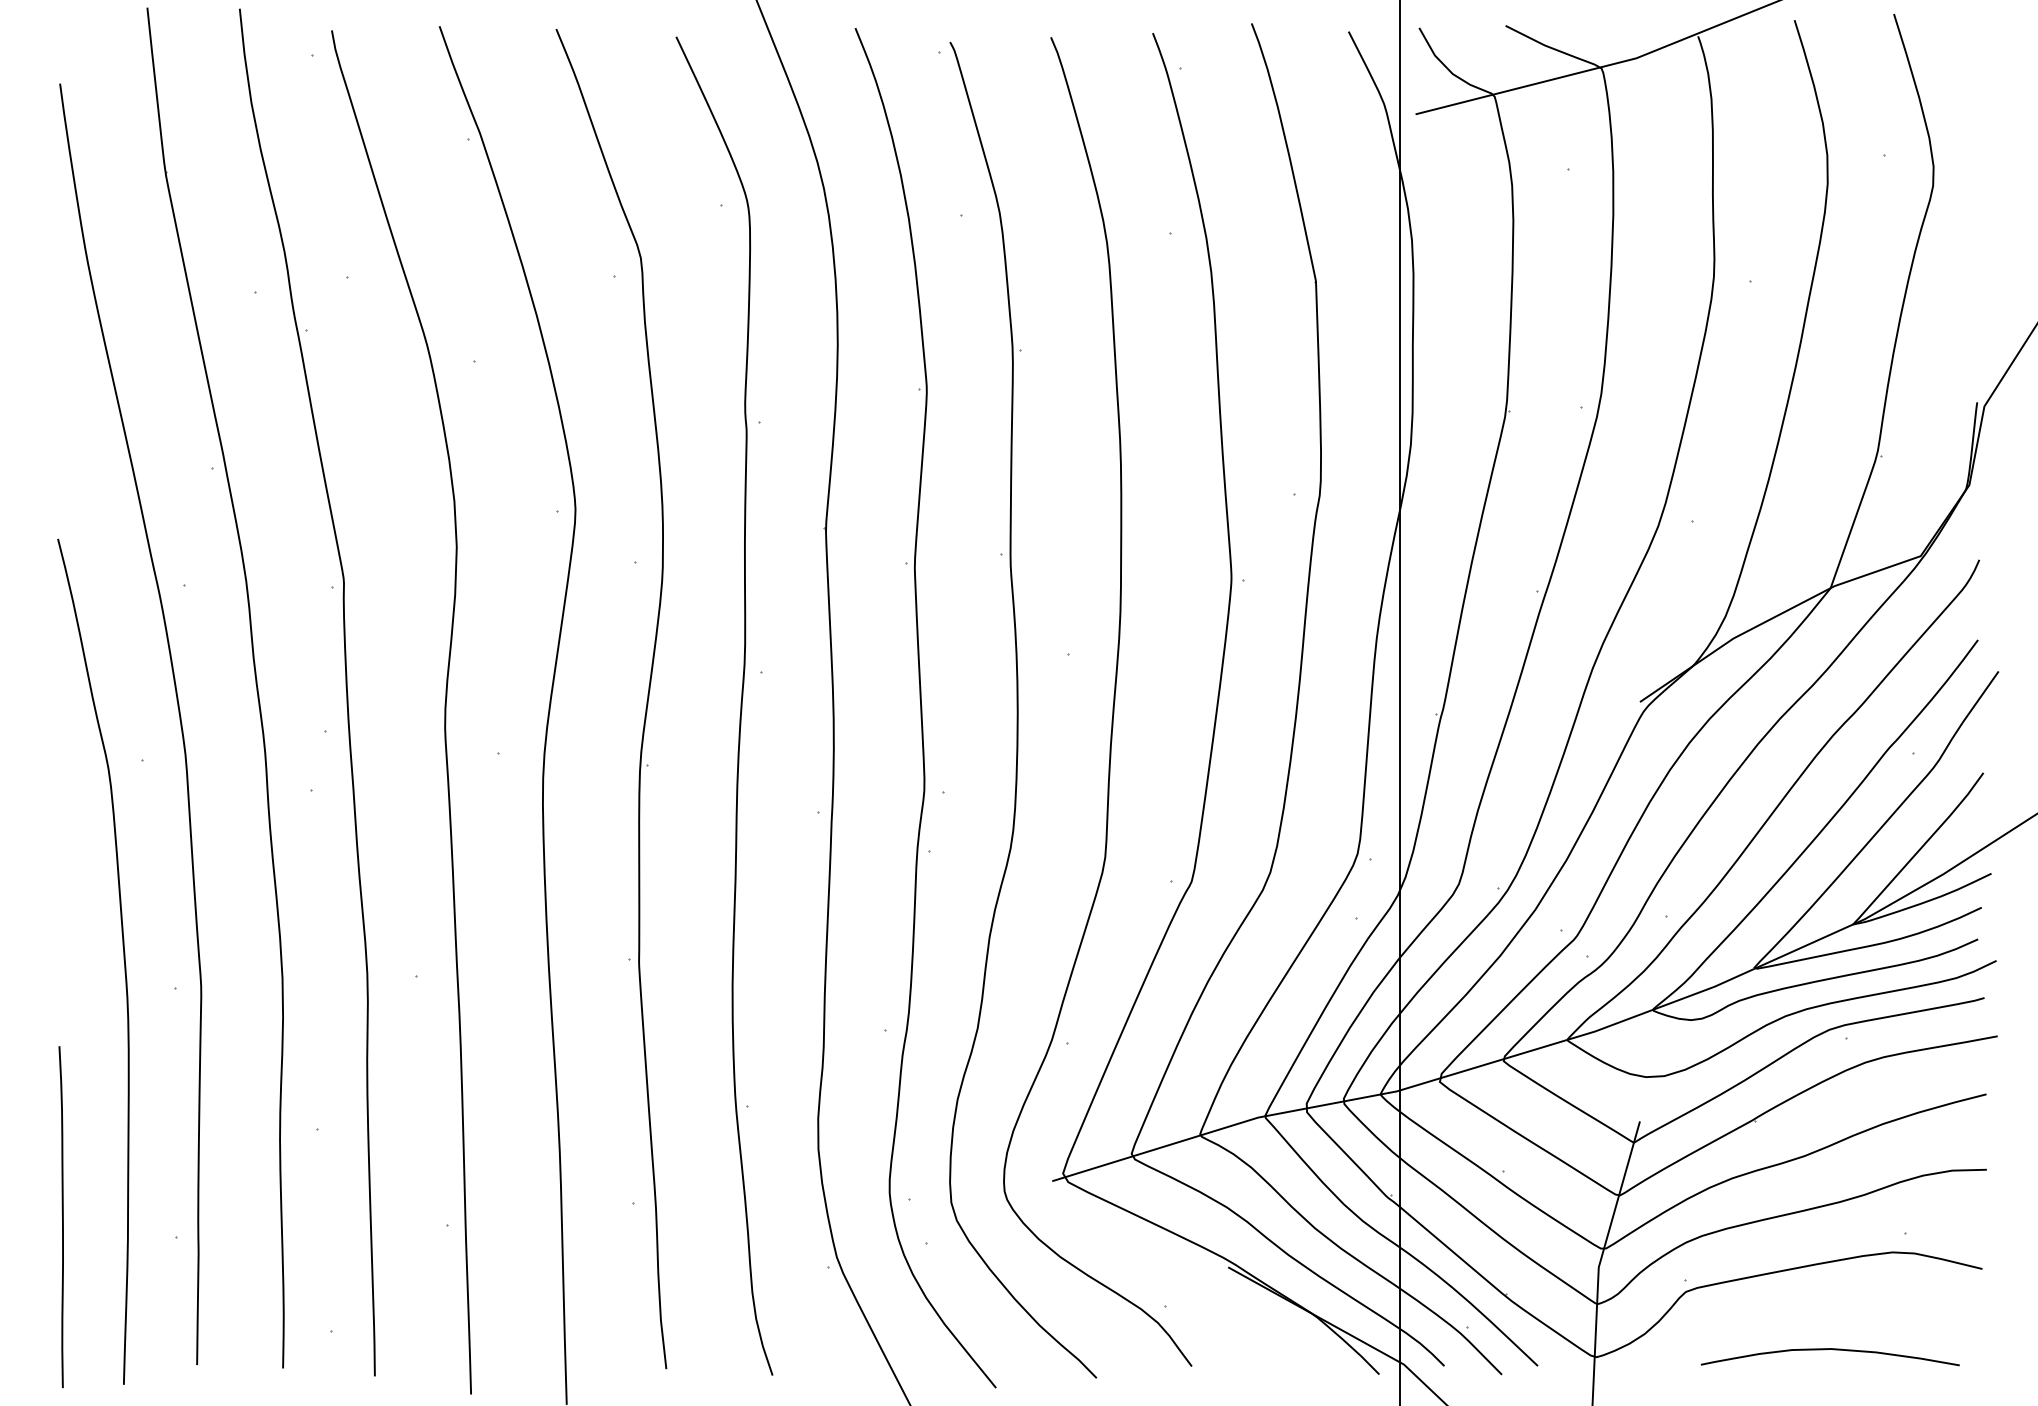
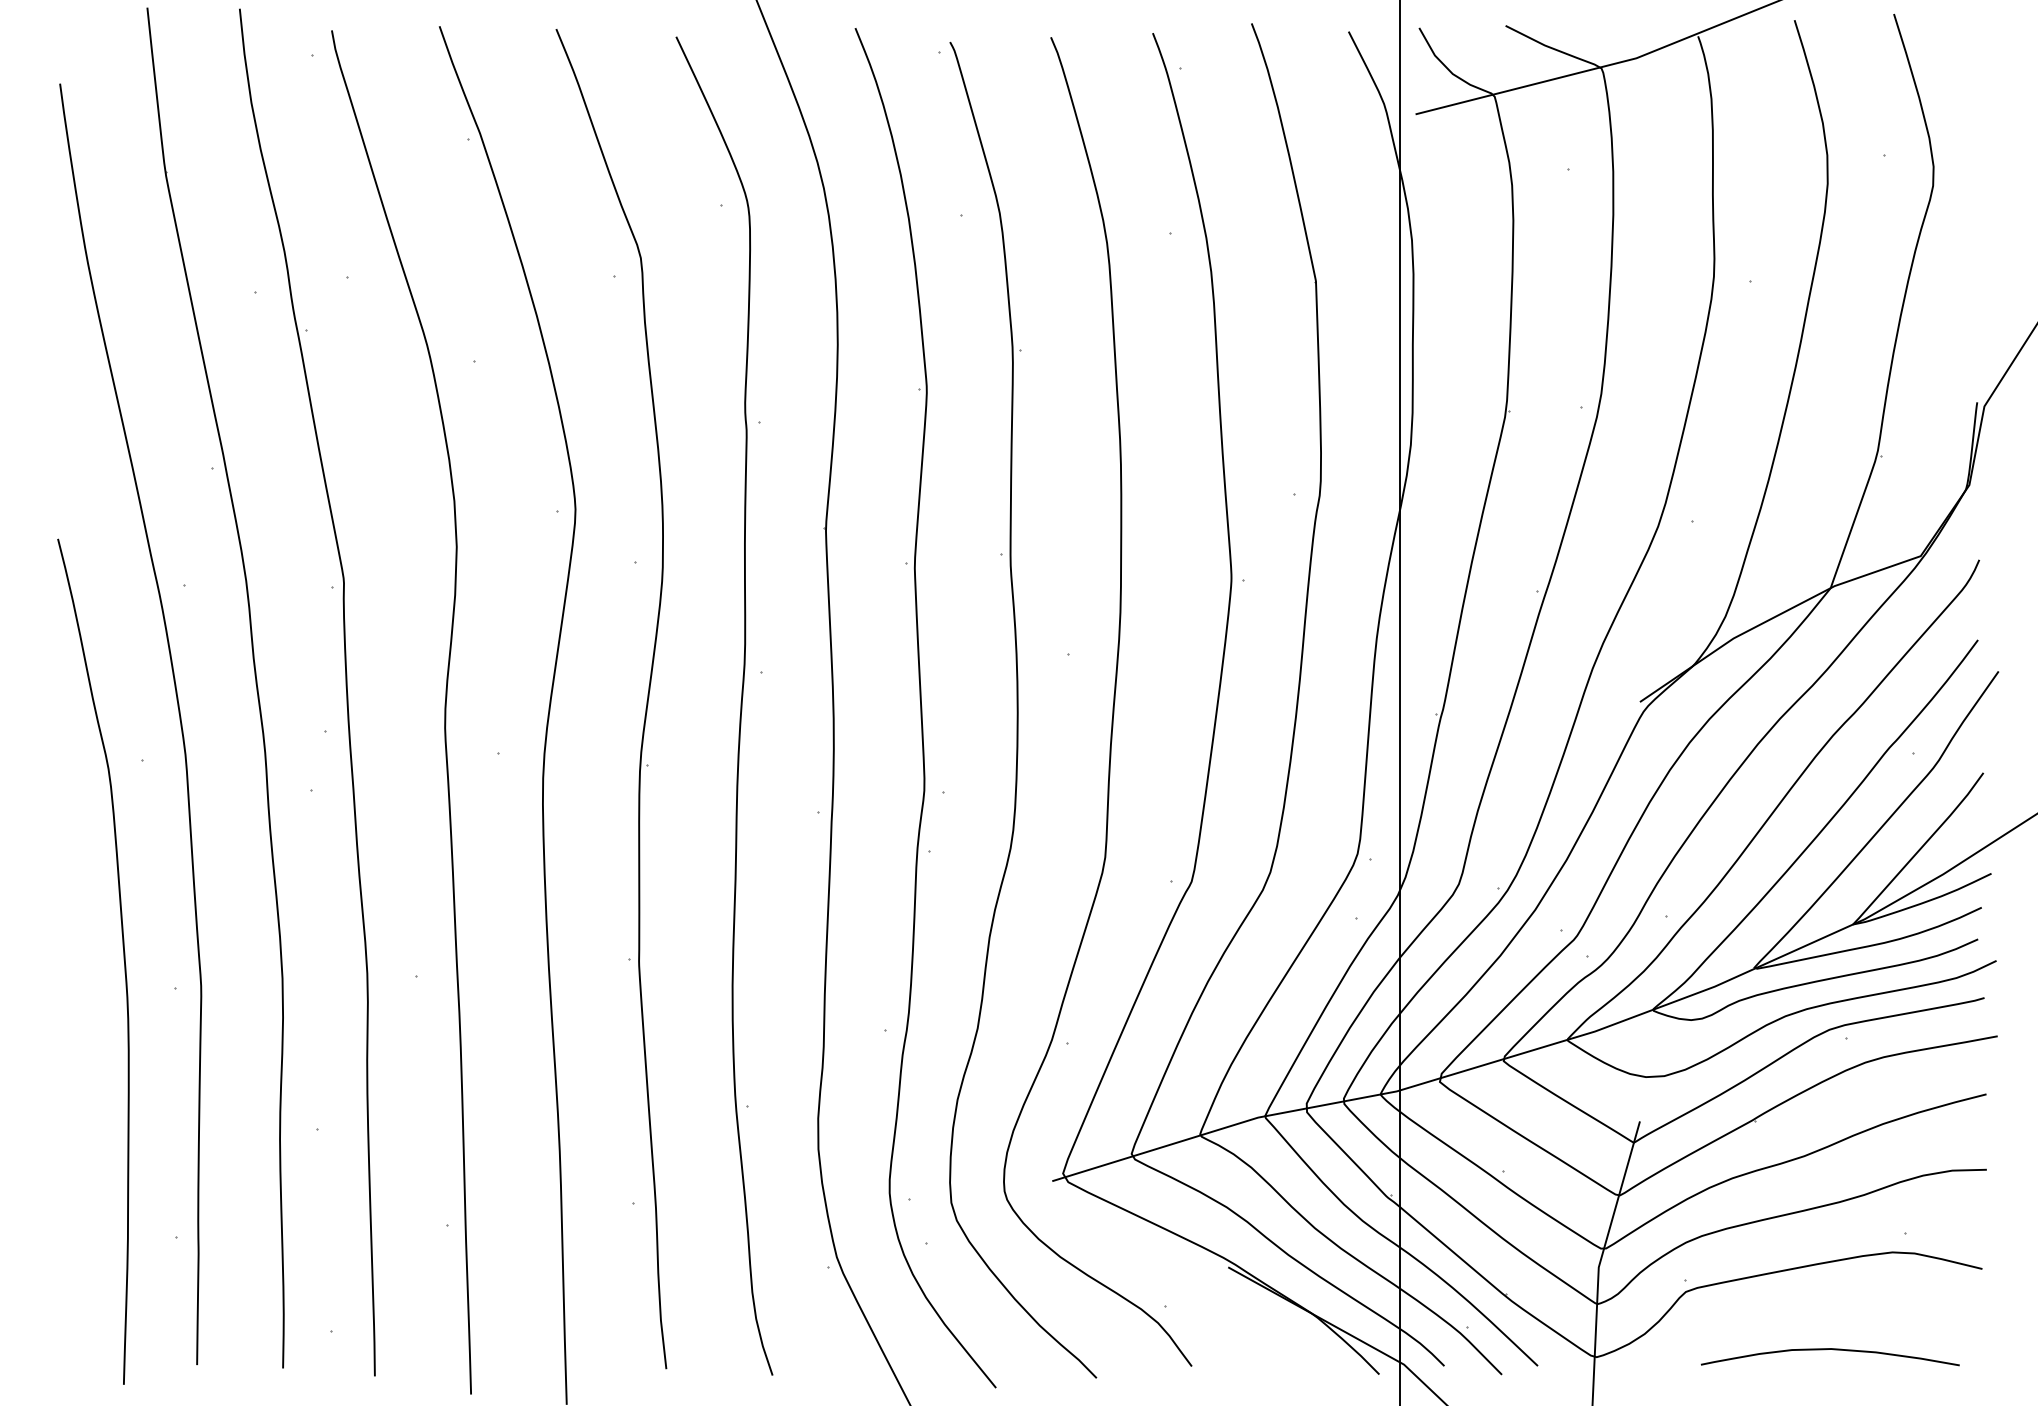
curve at (62, 1217): present -> none
